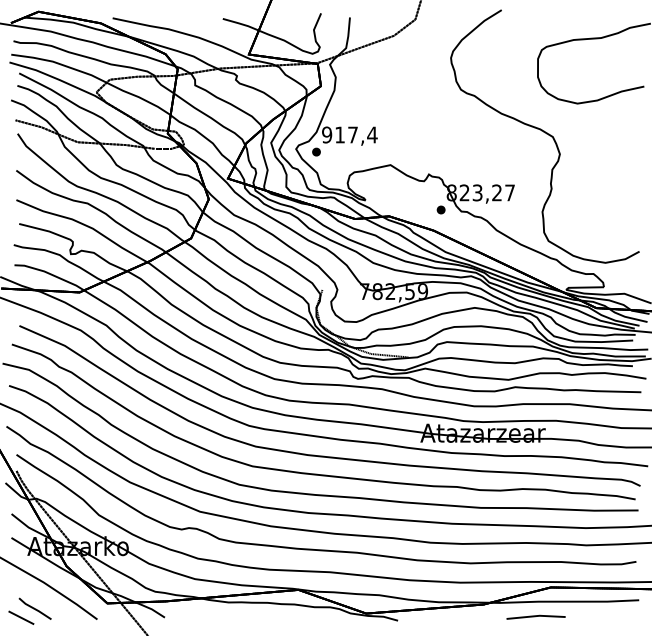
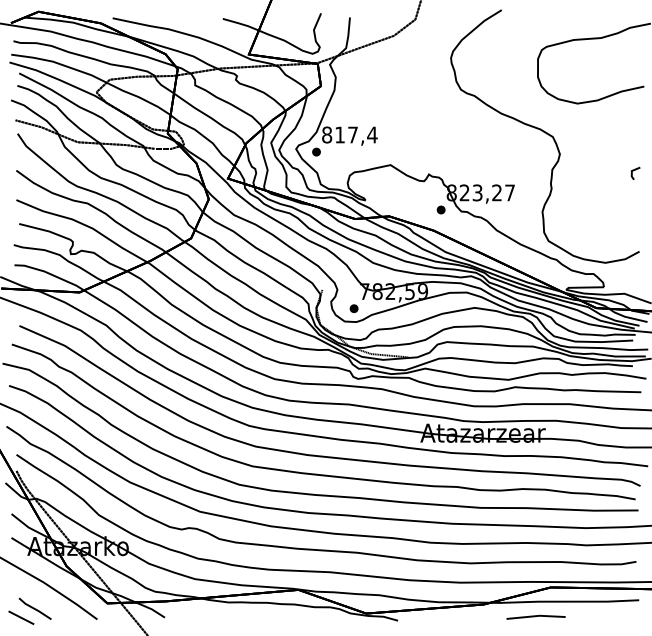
text at (327, 134): 917,4 -> 817,4
line at (633, 171): none -> present
part at (353, 308): none -> present
